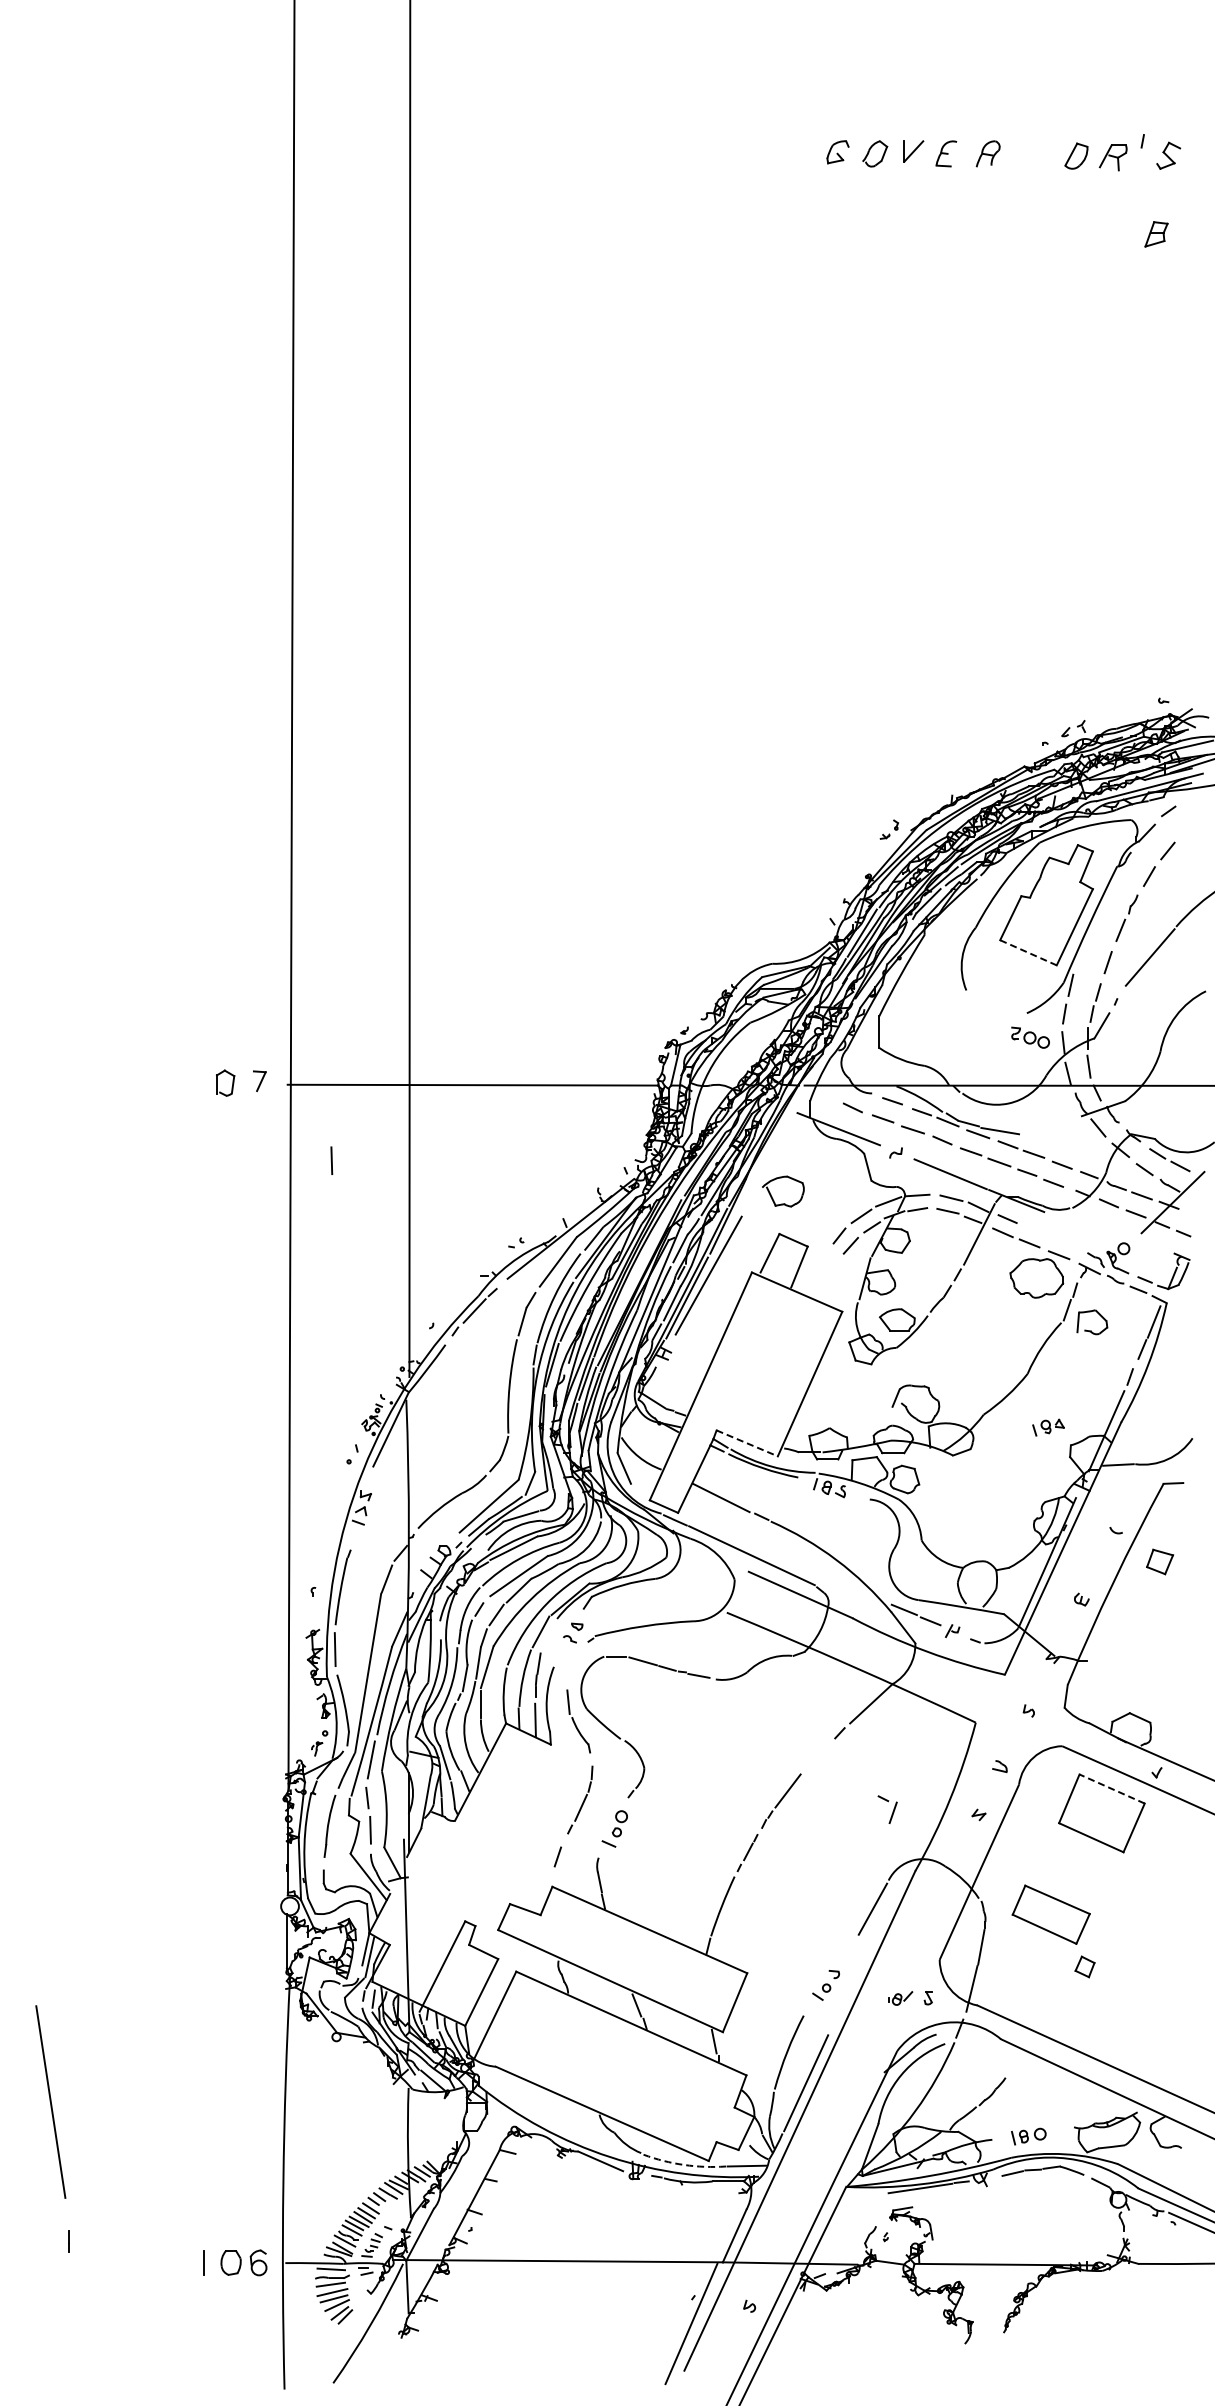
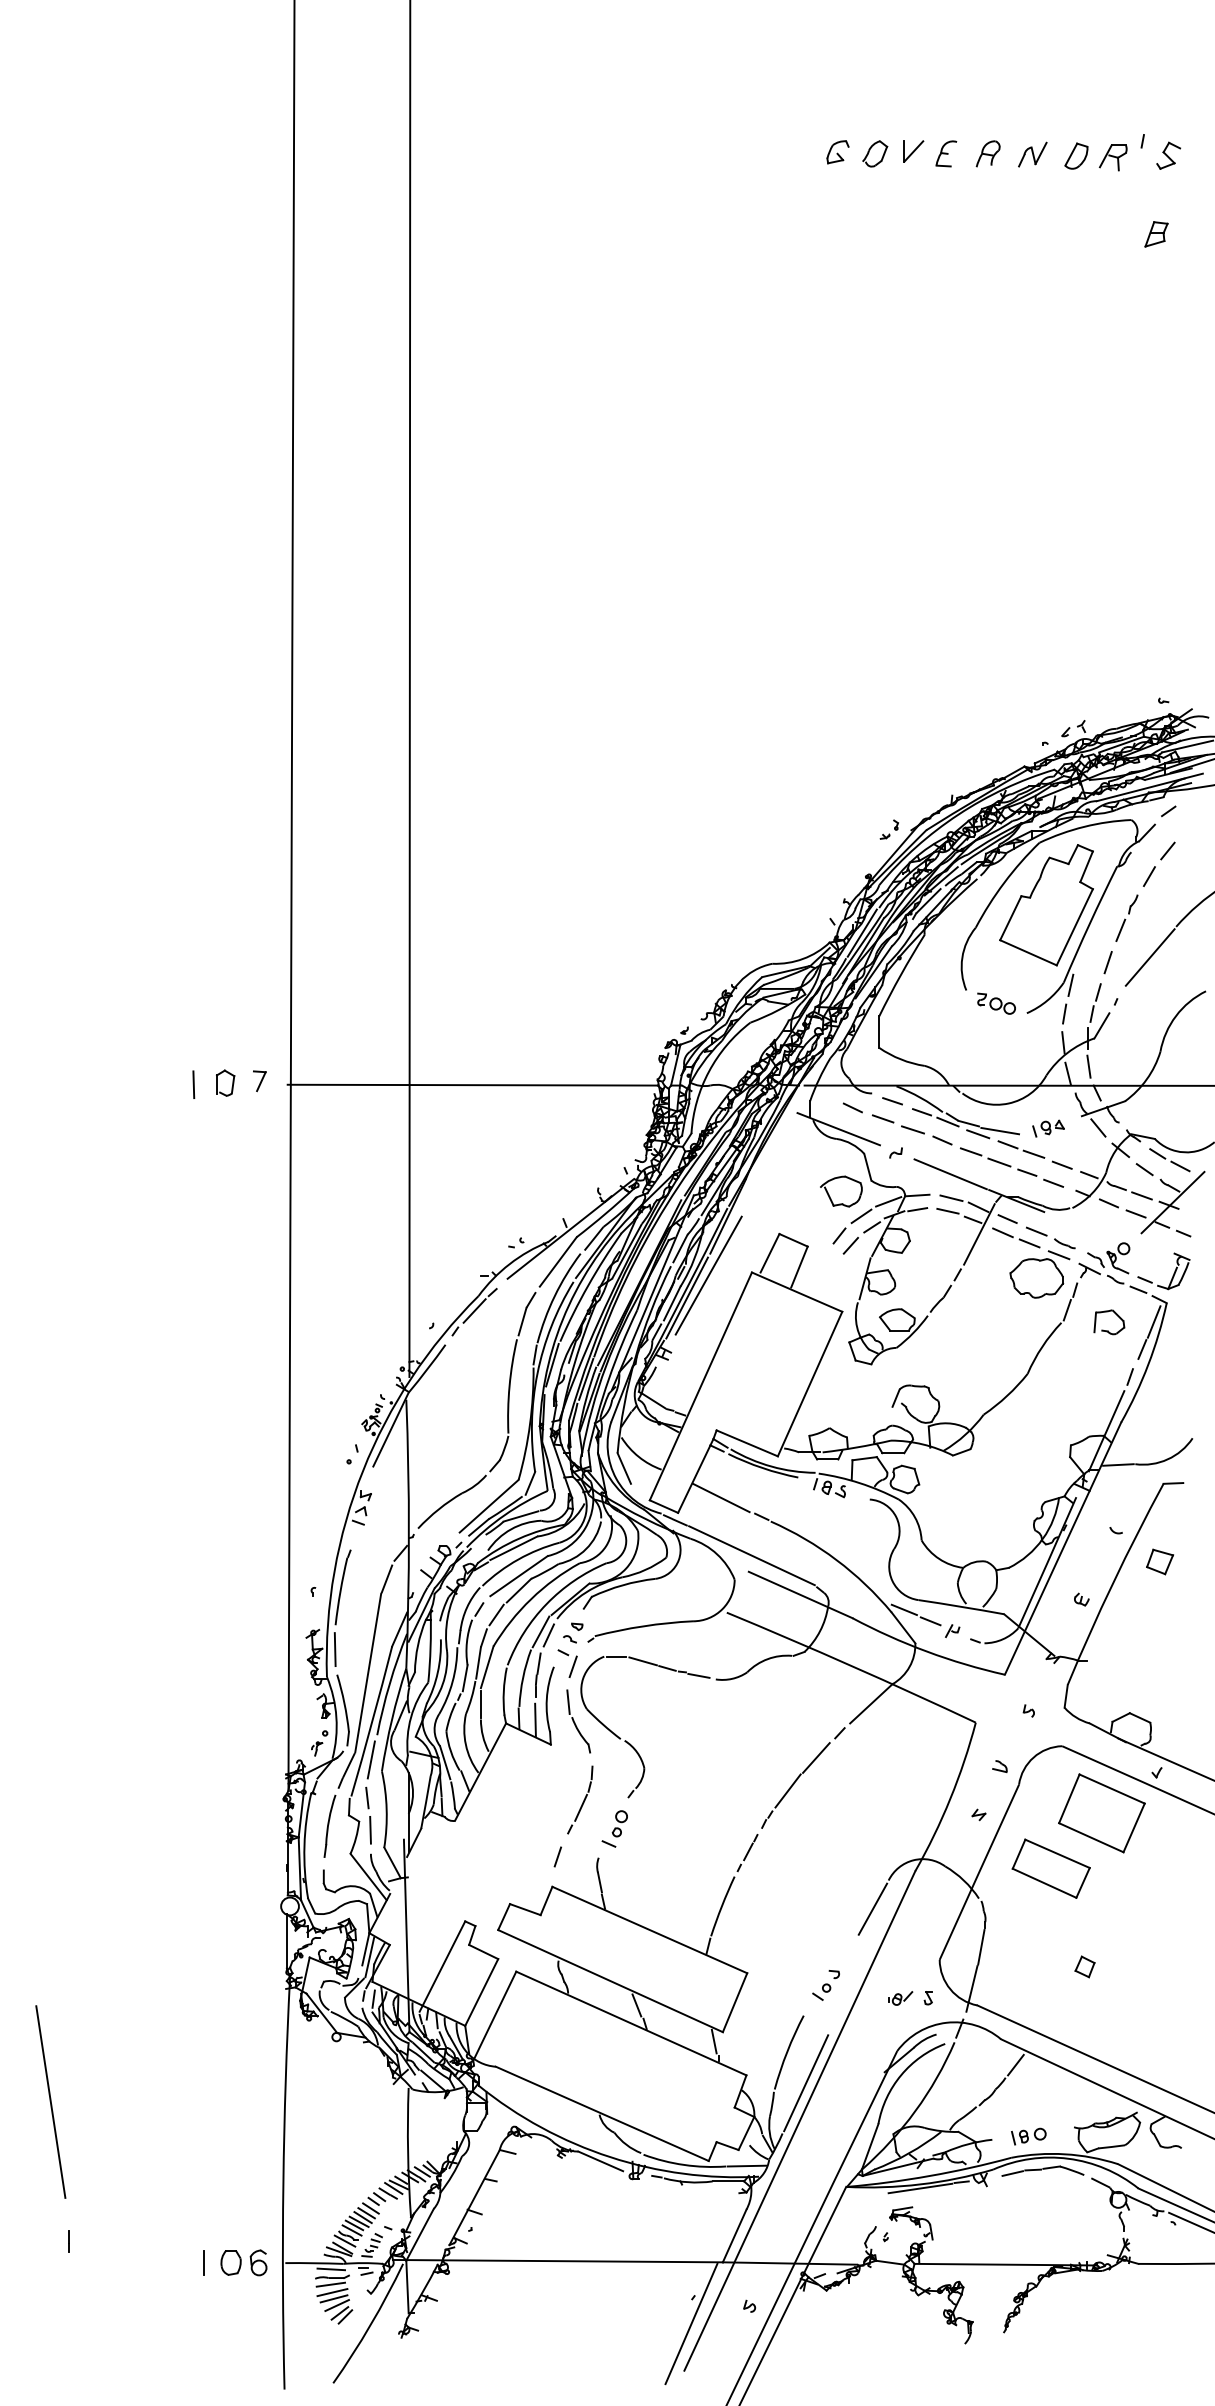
part at (1032, 154): none -> present
line at (1028, 952): dashed -> solid
part at (1030, 1037) position: (1030, 1037) -> (996, 1003)
line at (331, 1160) position: (331, 1160) -> (193, 1084)
part at (783, 1191) position: (783, 1191) -> (841, 1191)
part at (1050, 1237): none -> present
part at (1091, 1330) position: (1091, 1330) -> (1108, 1330)
part at (1048, 1427) position: (1048, 1427) -> (1048, 1128)
line at (747, 1443): dashed -> solid
line at (548, 1635): none -> present
line at (816, 1757): none -> present
line at (1112, 1789): dashed -> solid
part at (887, 1809) position: (887, 1809) -> (567, 1663)
part at (1050, 1914) position: (1050, 1914) -> (1050, 1868)
line at (1015, 2064): none -> present
arc at (684, 2164): dashed -> solid
